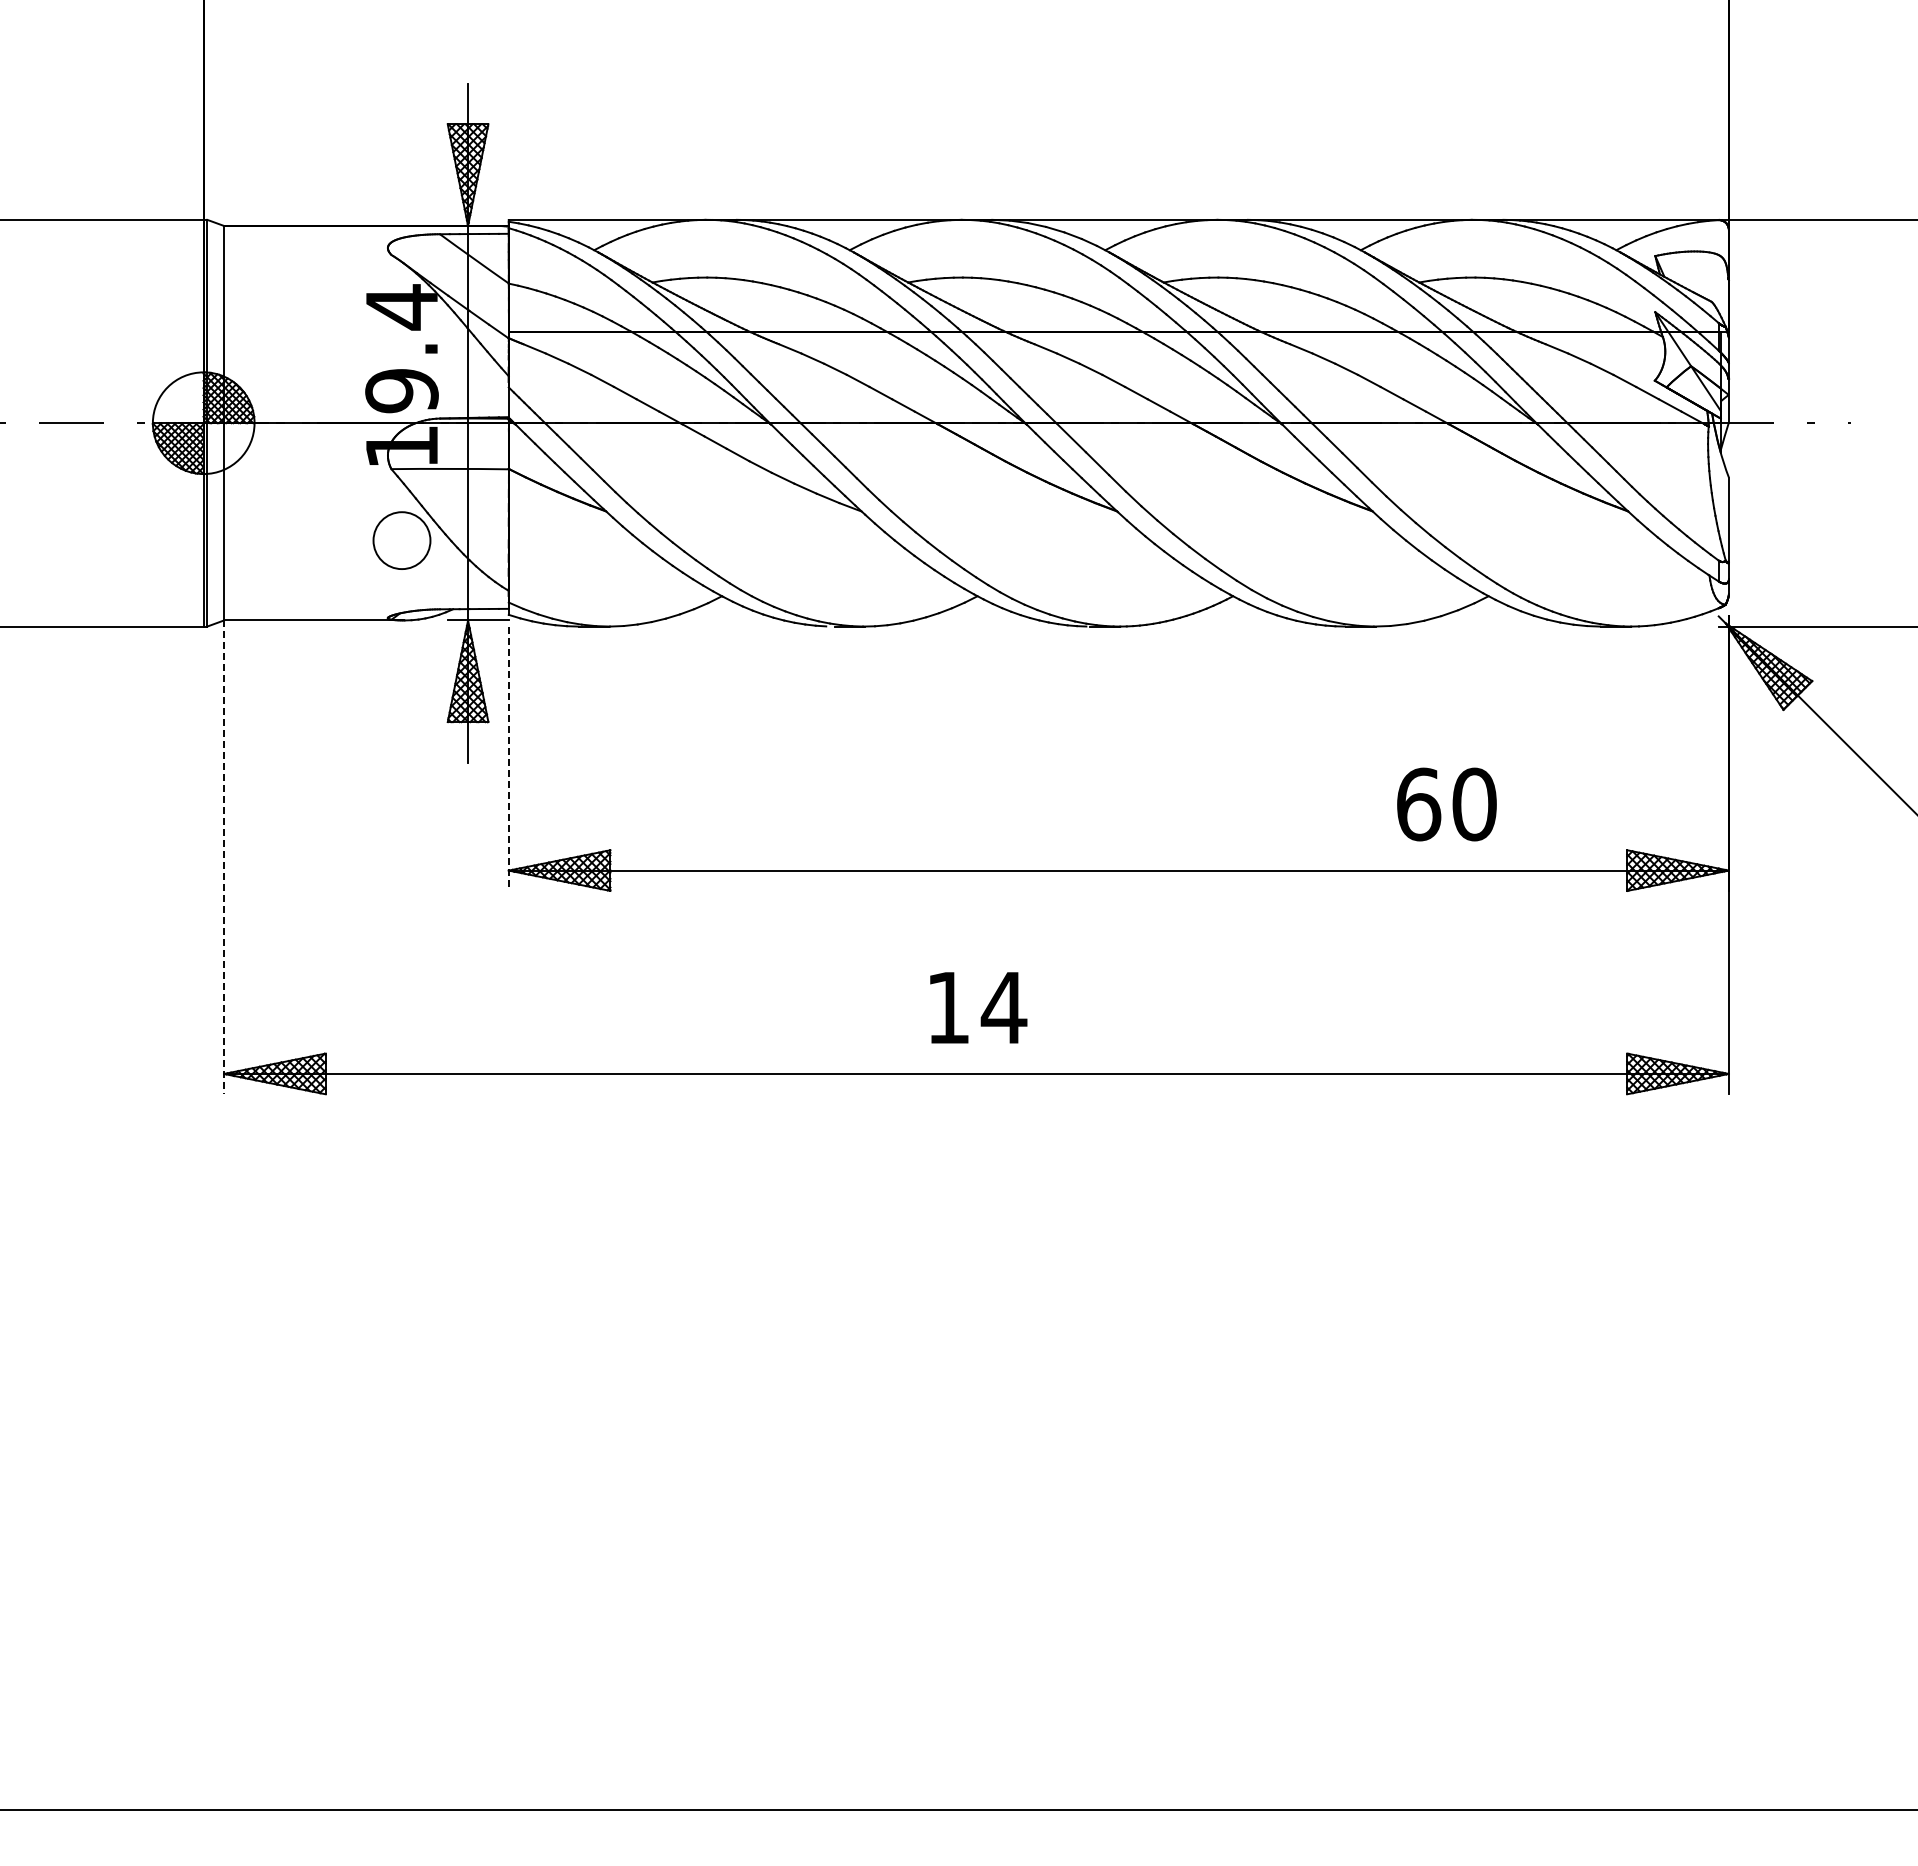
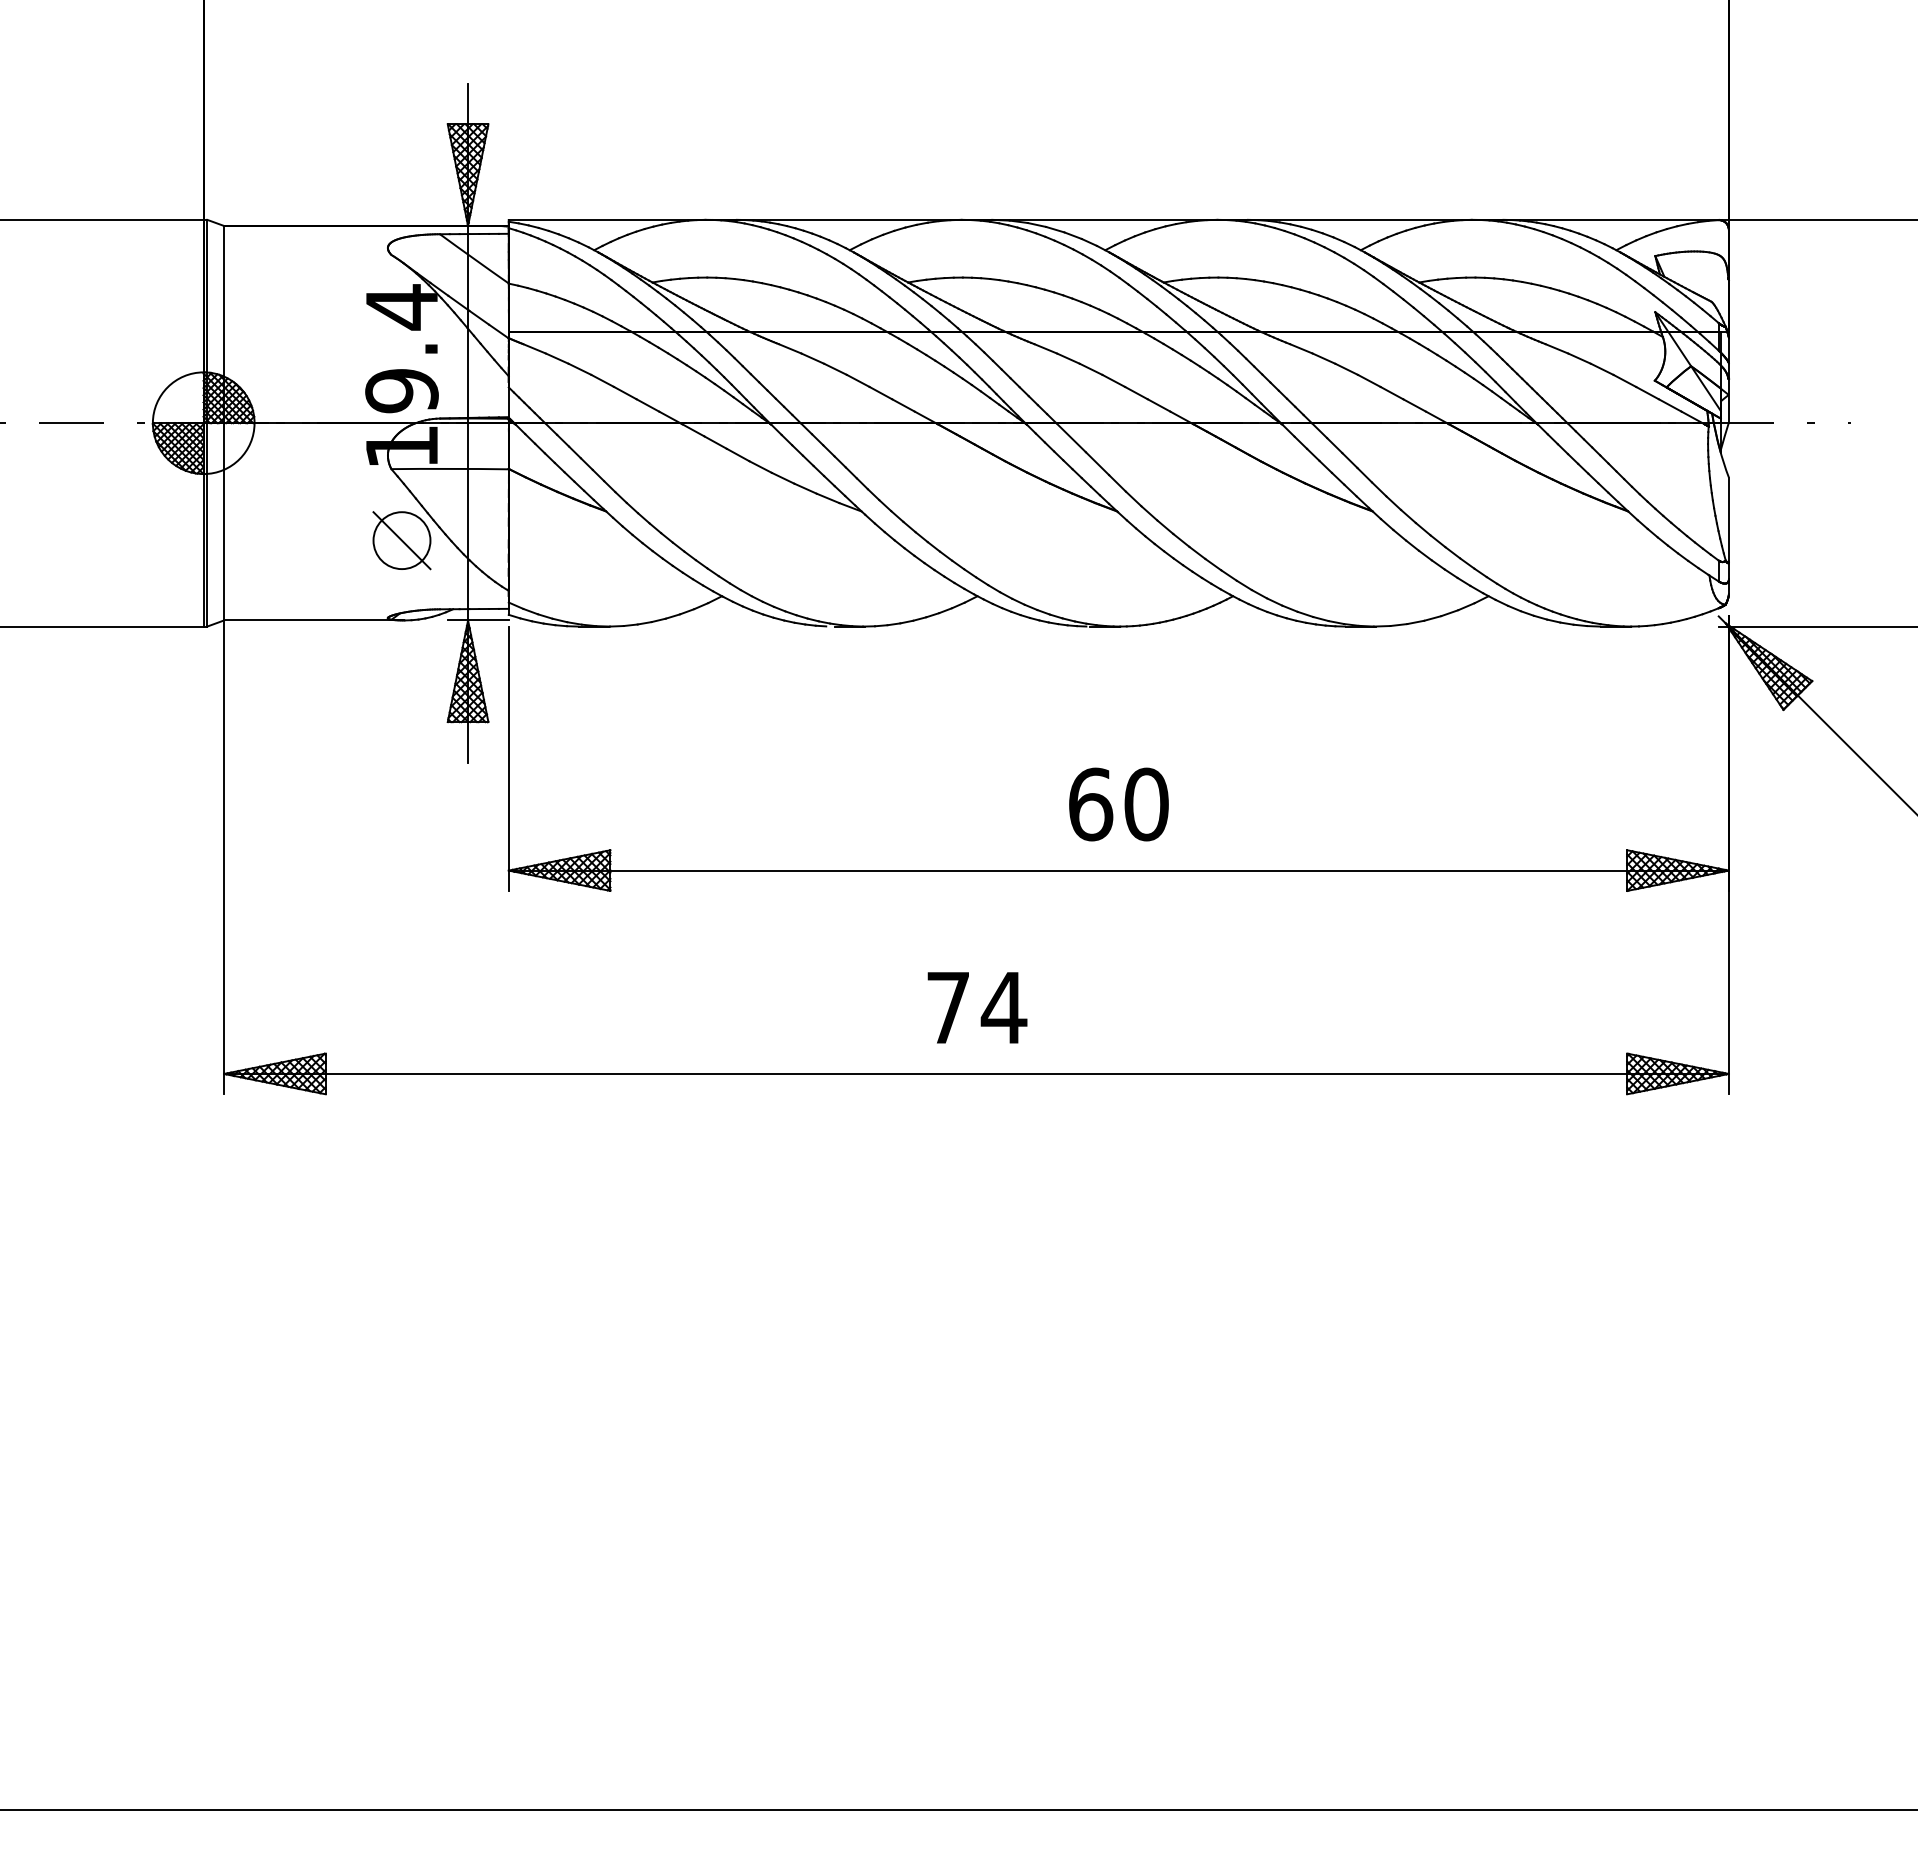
line at (401, 540): none -> present
line at (508, 759): dashed -> solid
text at (1446, 804) position: (1446, 804) -> (1118, 804)
line at (224, 857): dashed -> solid
text at (947, 1007): 14 -> 74
